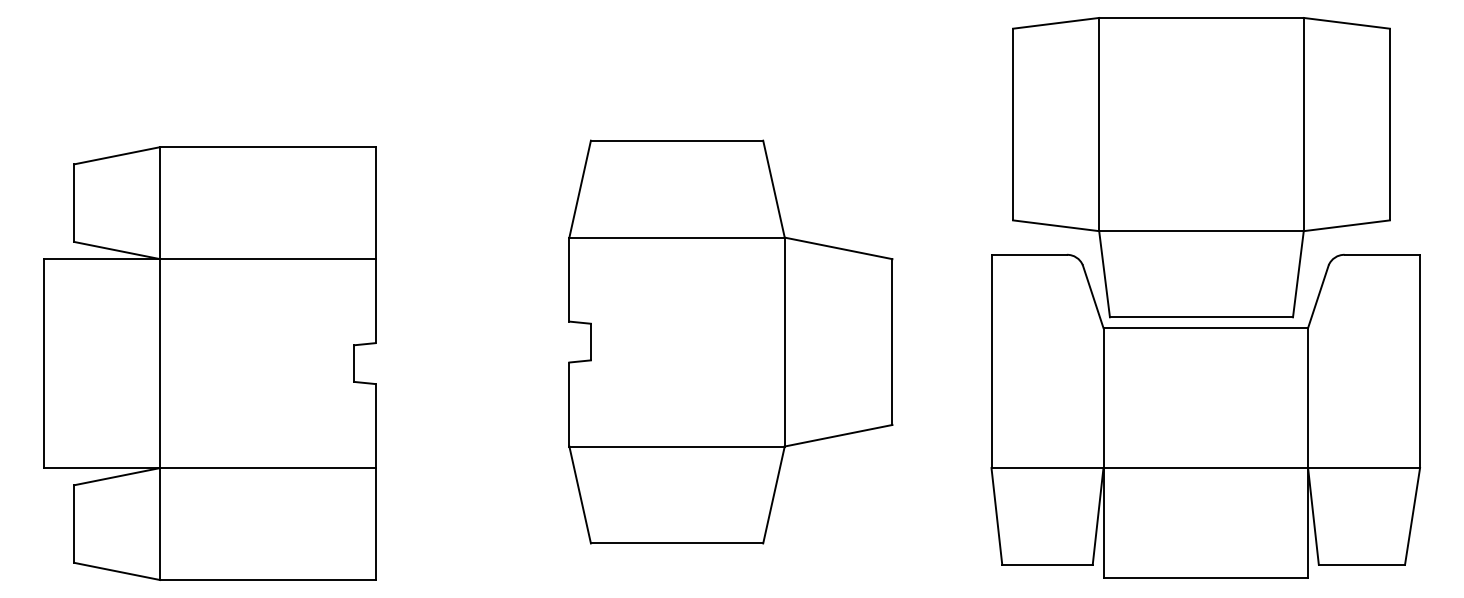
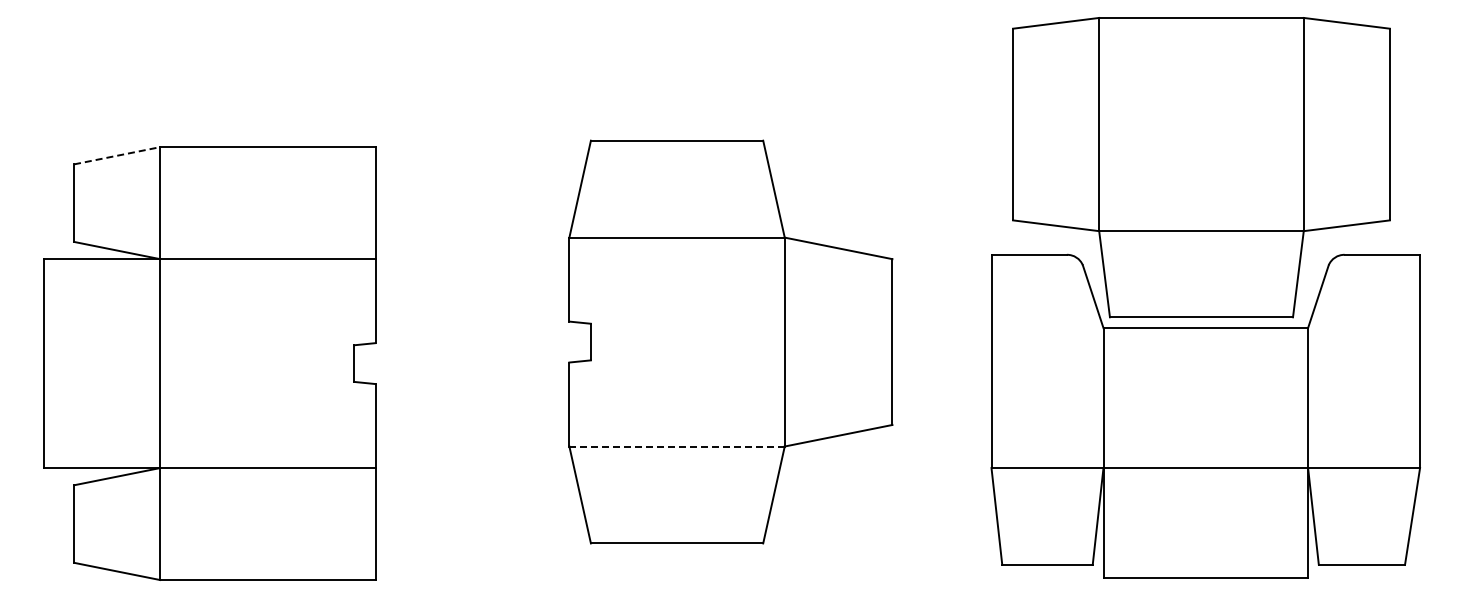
line at (117, 155): solid -> dashed
line at (677, 446): solid -> dashed
